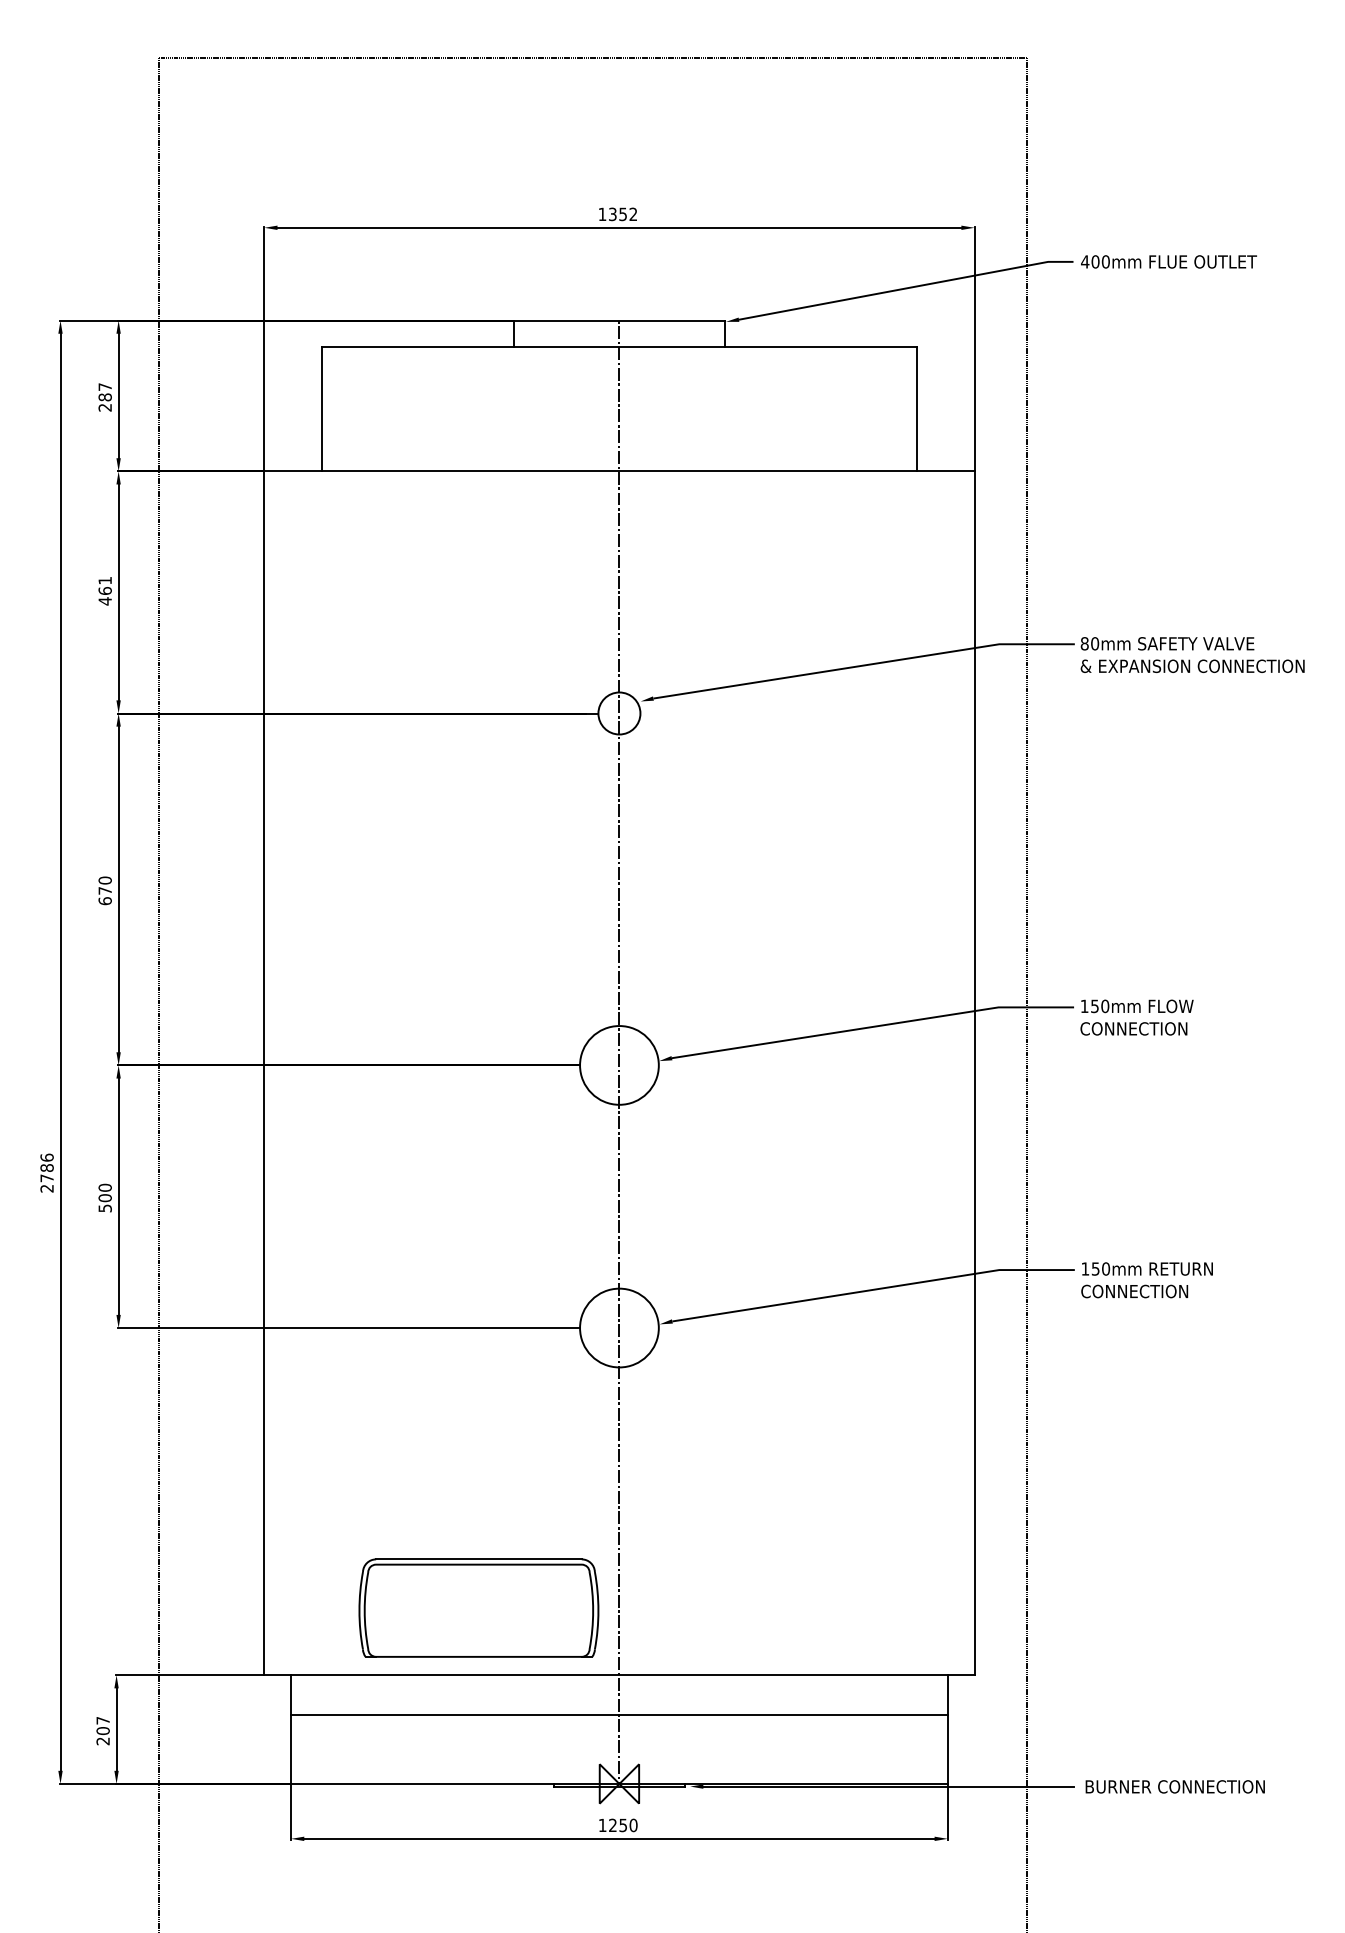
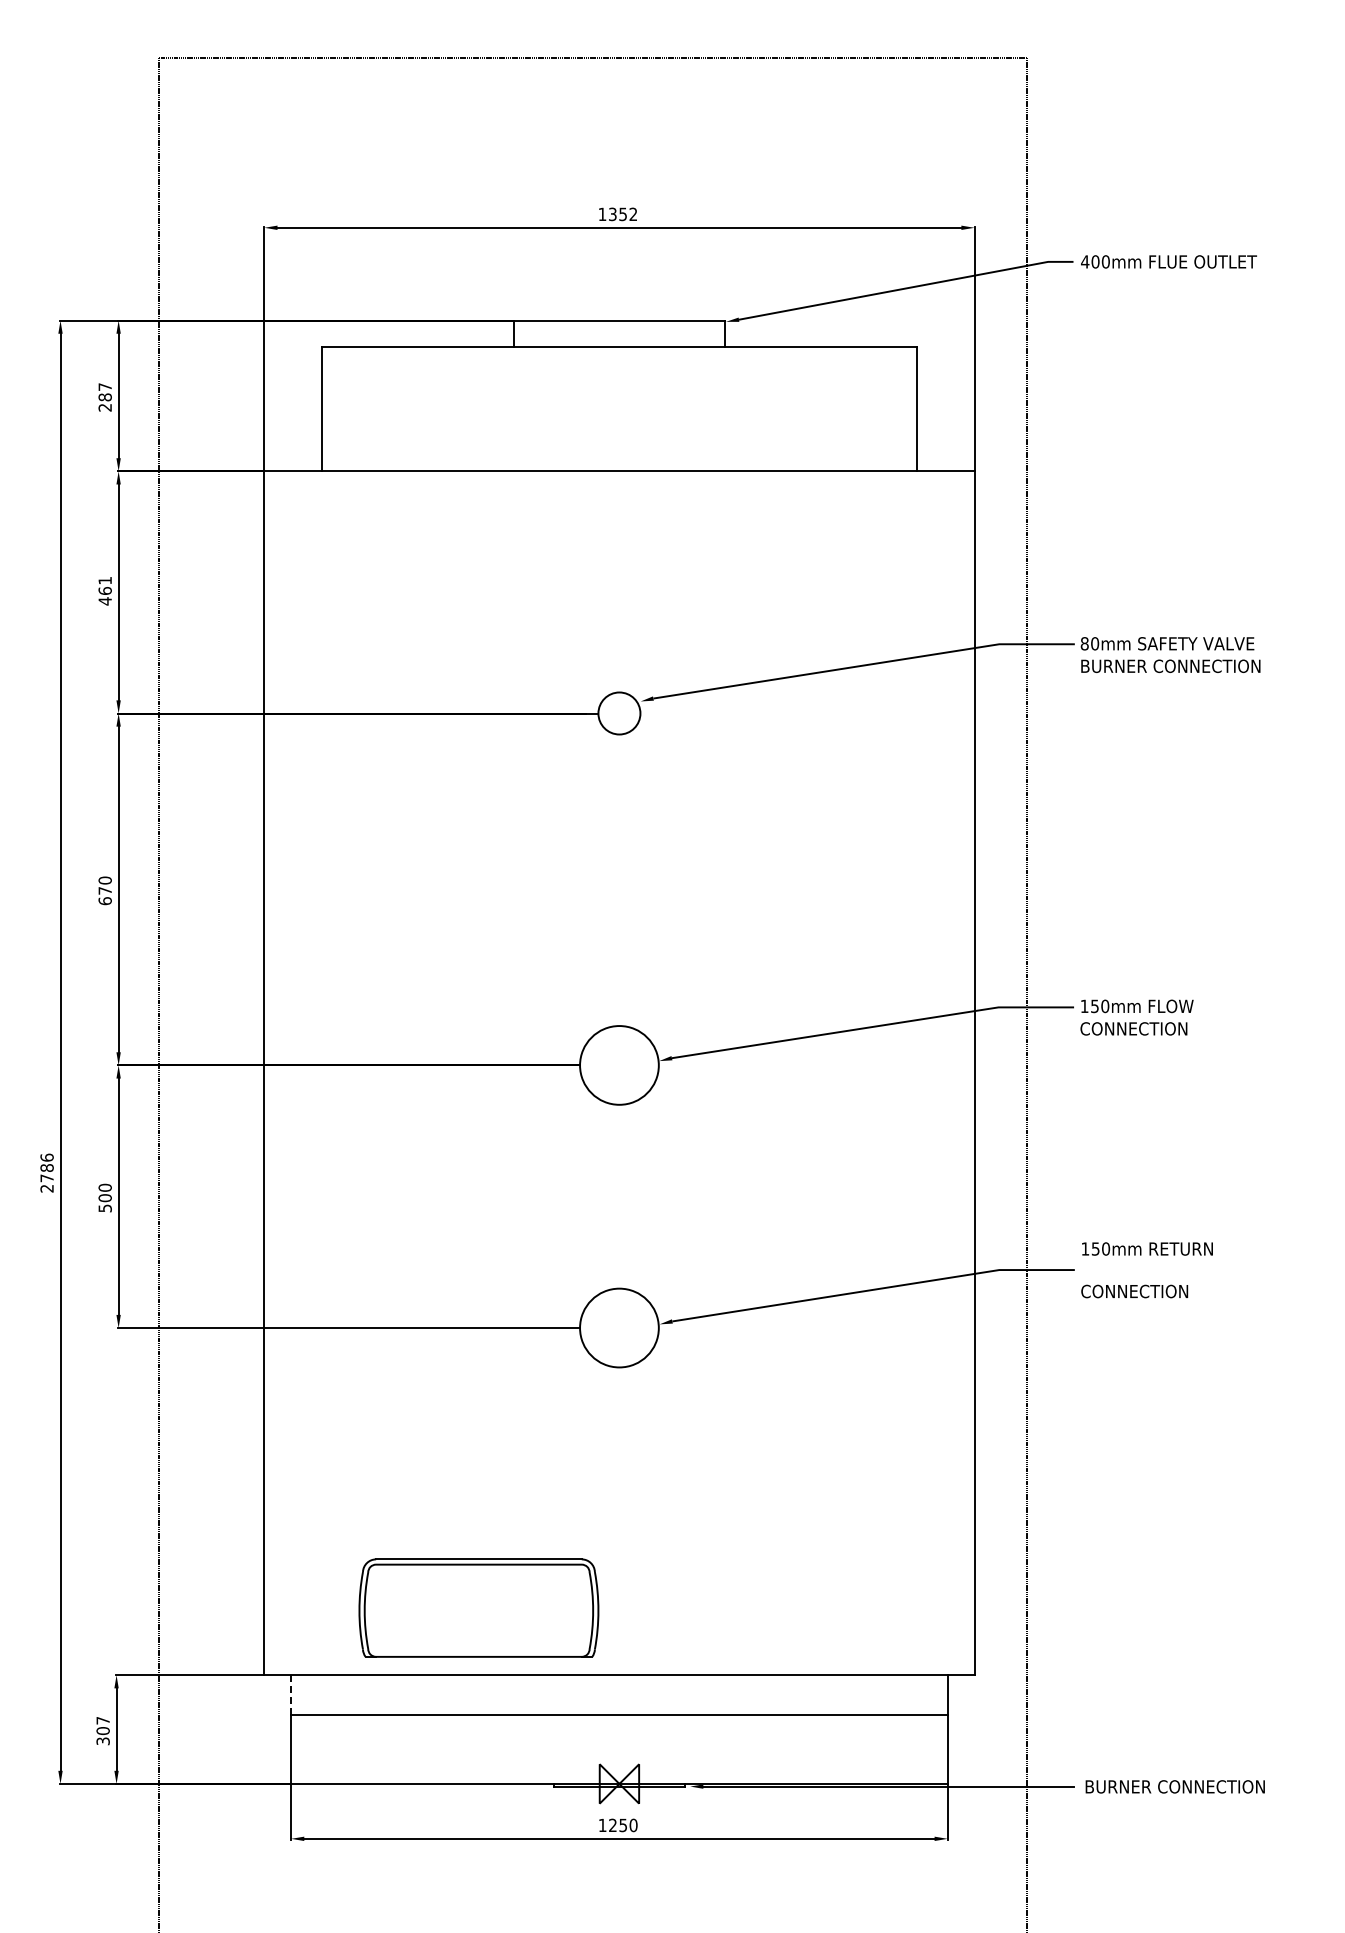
text at (1192, 666): & EXPANSION CONNECTION -> BURNER CONNECTION
line at (619, 1051): present -> none
text at (1147, 1268) position: (1147, 1268) -> (1147, 1248)
line at (291, 1694): solid -> dashed
text at (102, 1741): 207 -> 307
